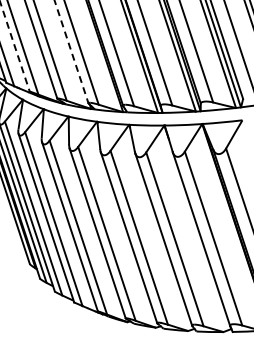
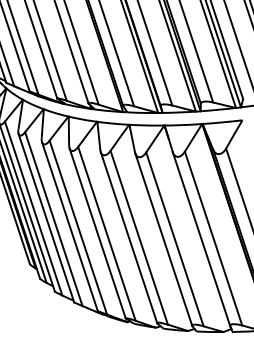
line at (15, 47): dashed -> solid
line at (71, 52): dashed -> solid
